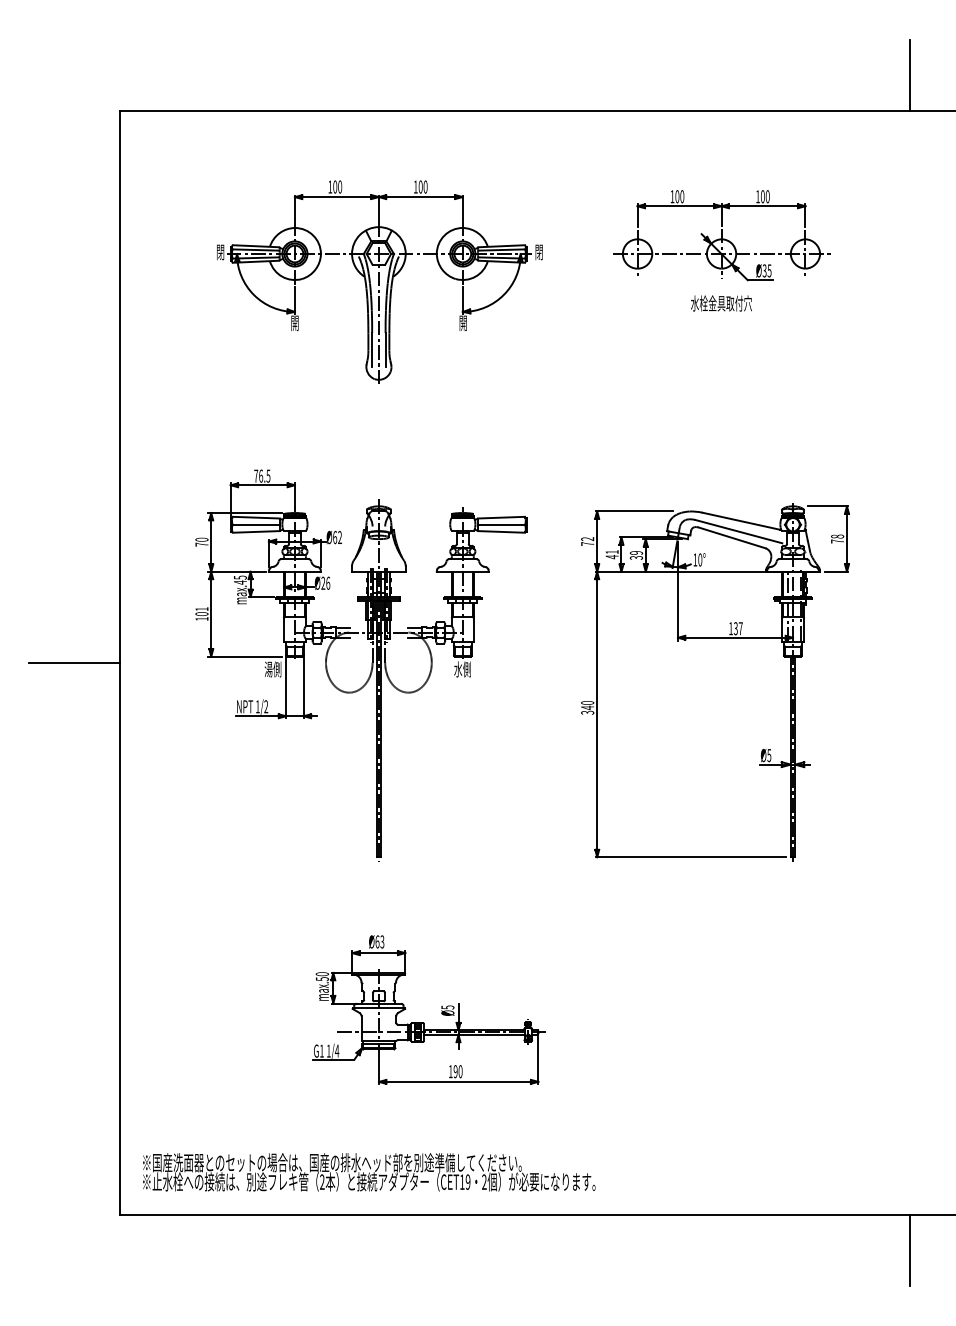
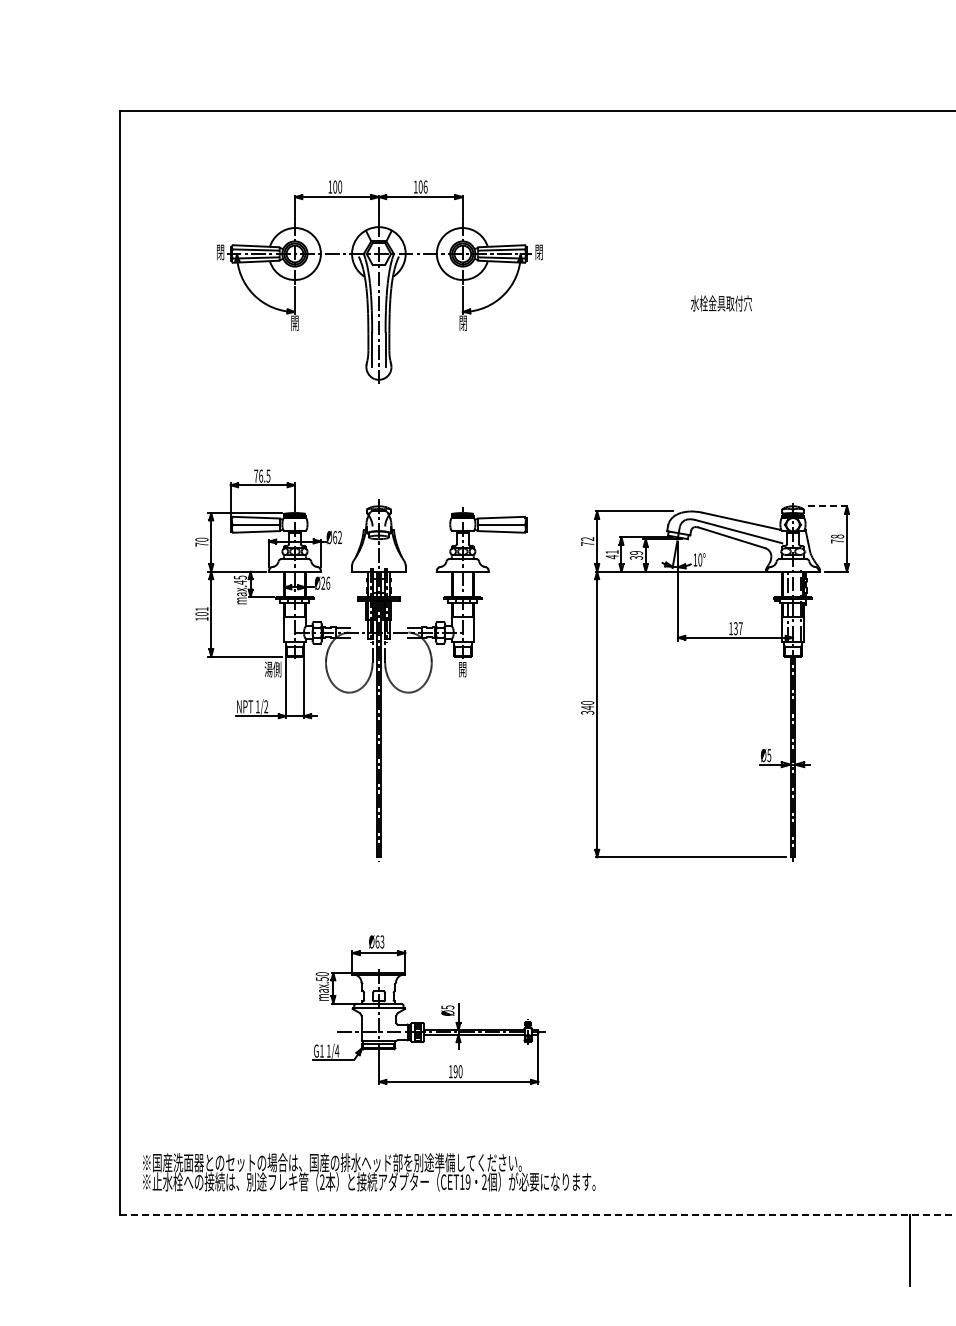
line at (909, 75): present -> none
text at (425, 186): 100 -> 106
part at (721, 235): present -> none
text at (463, 325): 開 -> 閉
line at (827, 506): solid -> dashed
line at (73, 663): present -> none
text at (462, 669): 水側 -> 開
line at (537, 1214): solid -> dashed
